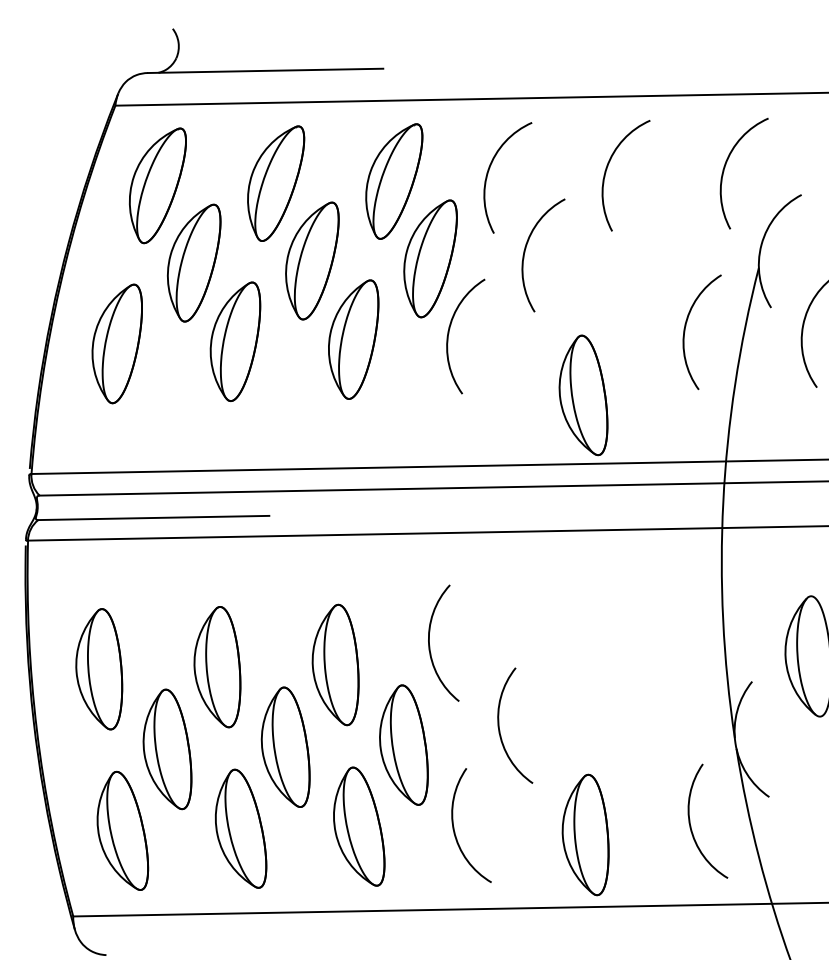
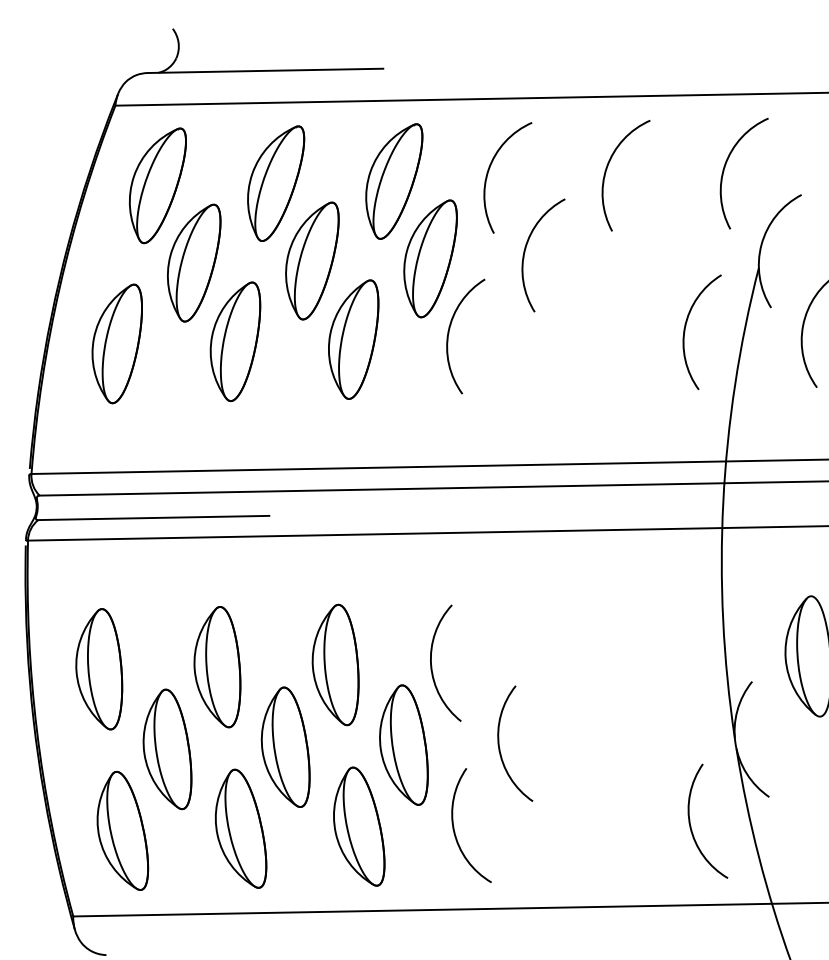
part at (583, 395): present -> none
arc at (430, 645) position: (430, 645) -> (432, 665)
arc at (500, 730) position: (500, 730) -> (500, 748)
part at (585, 834): present -> none
